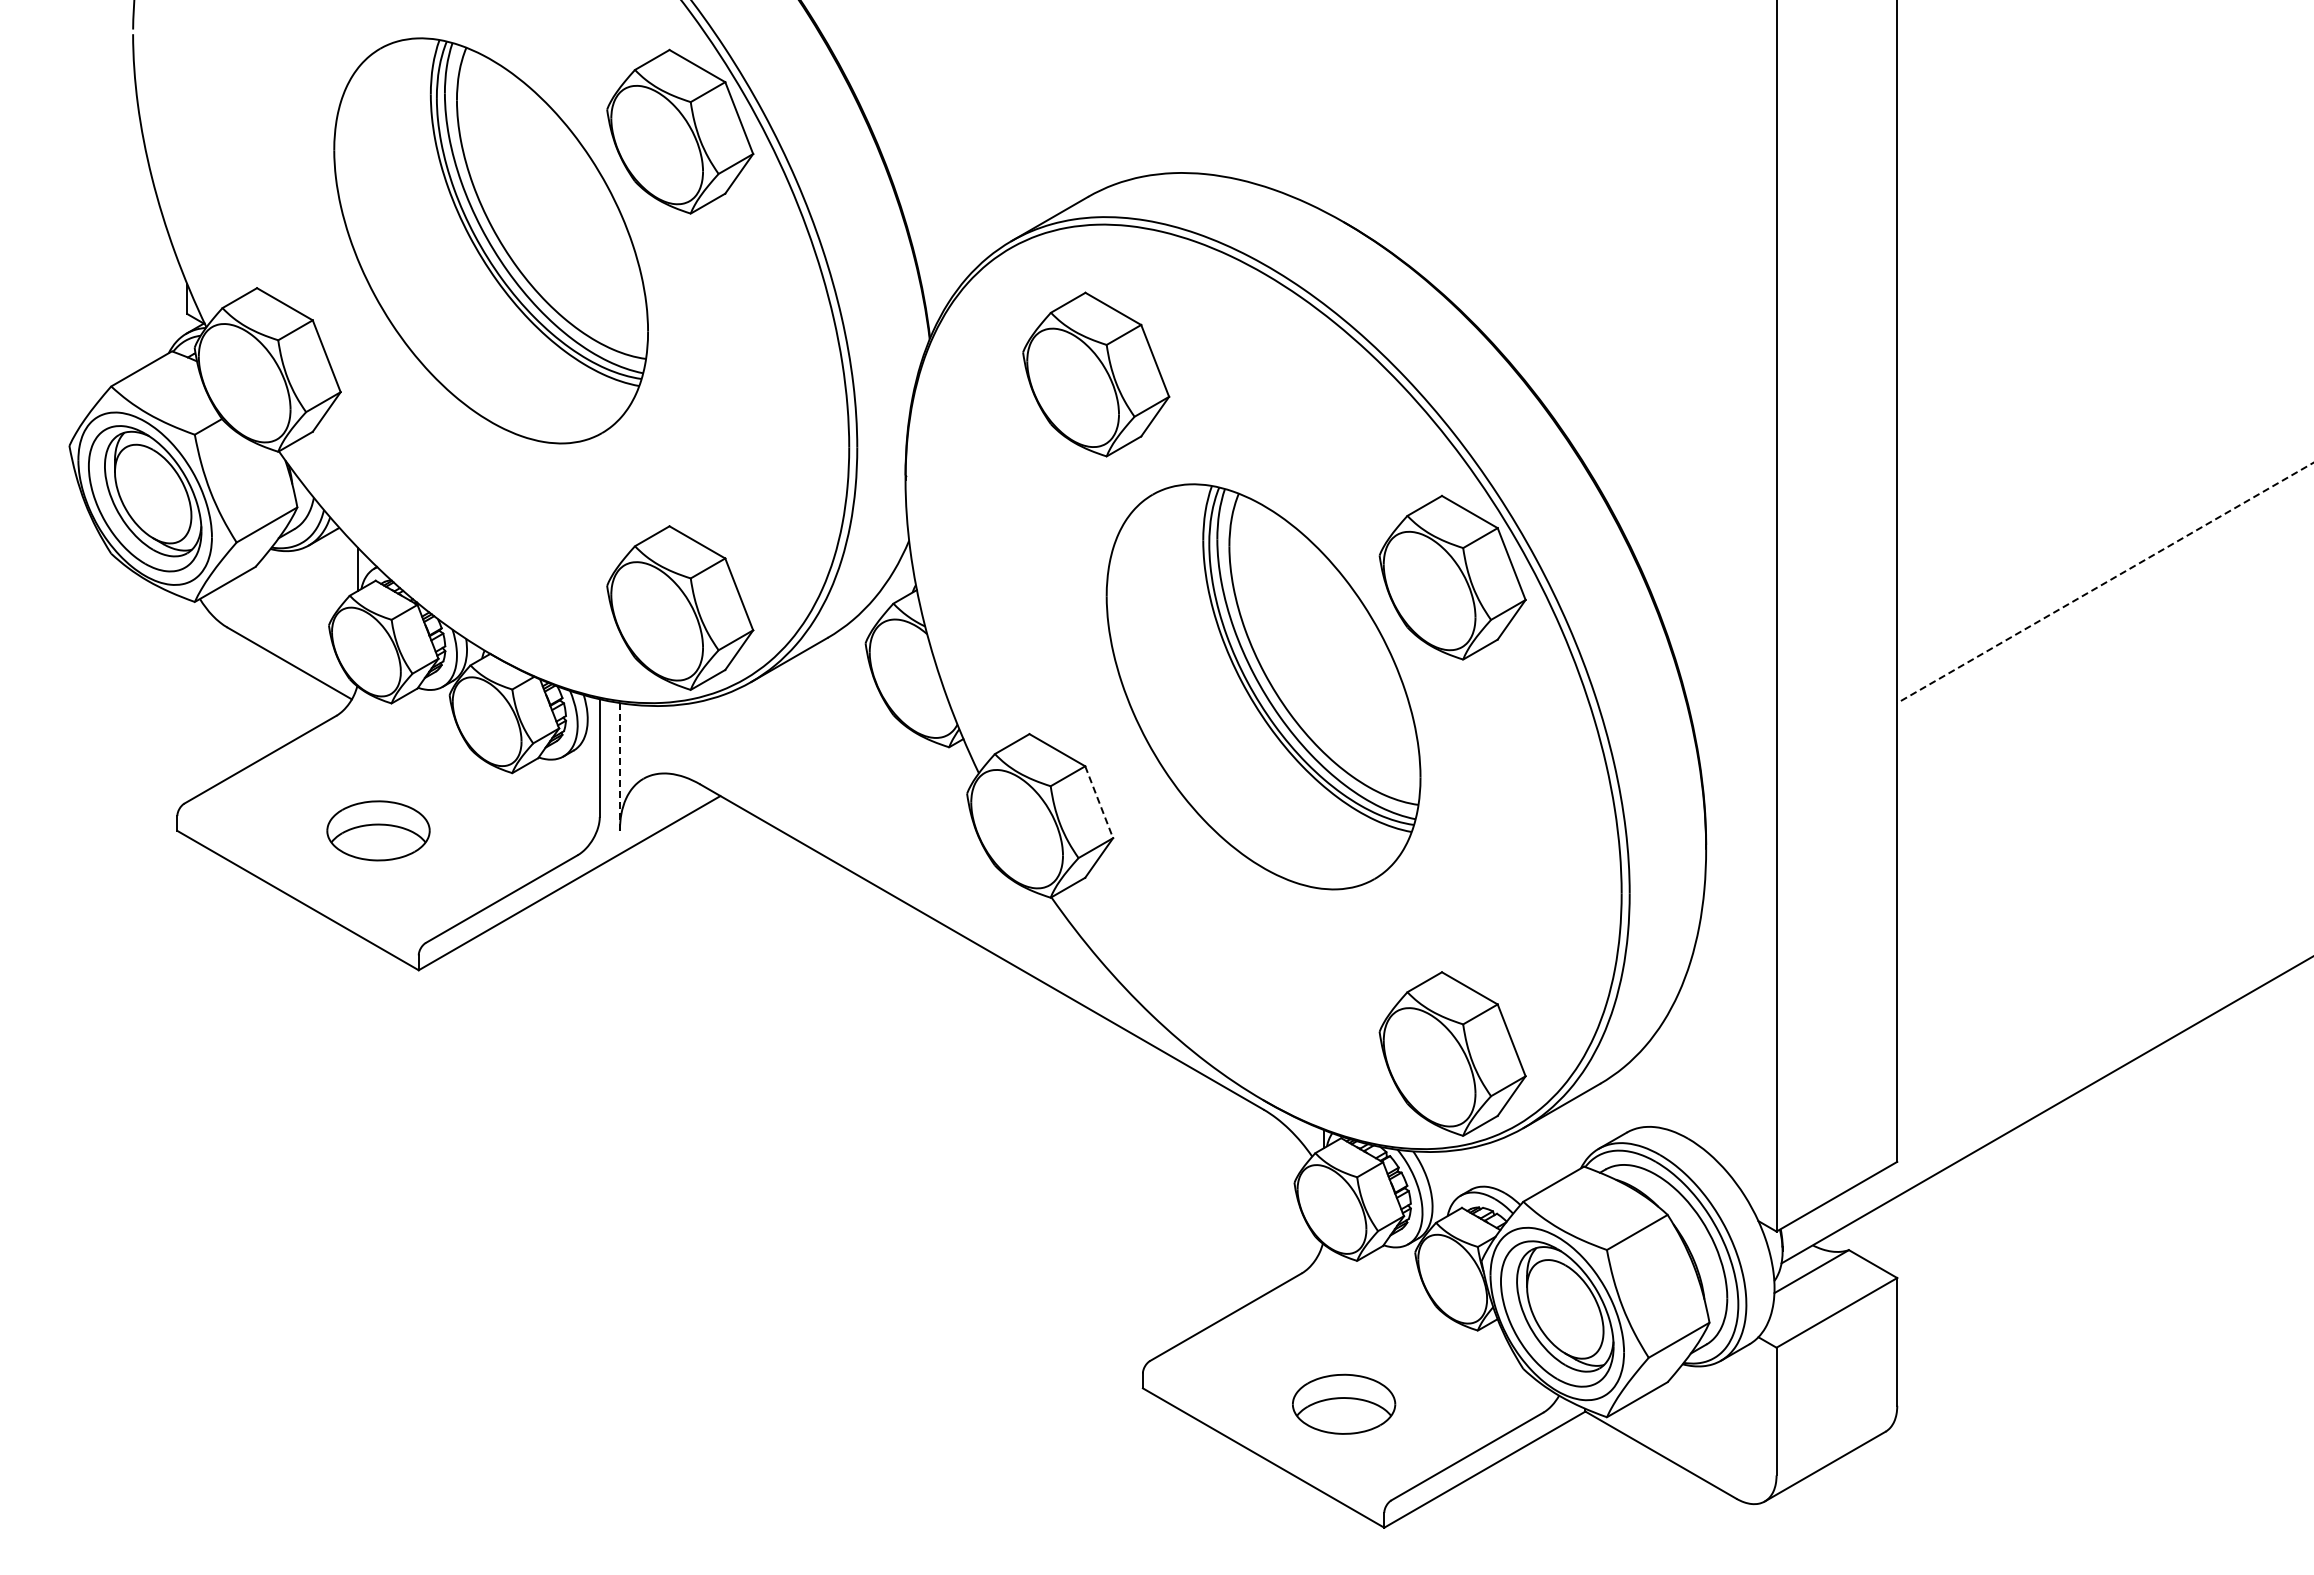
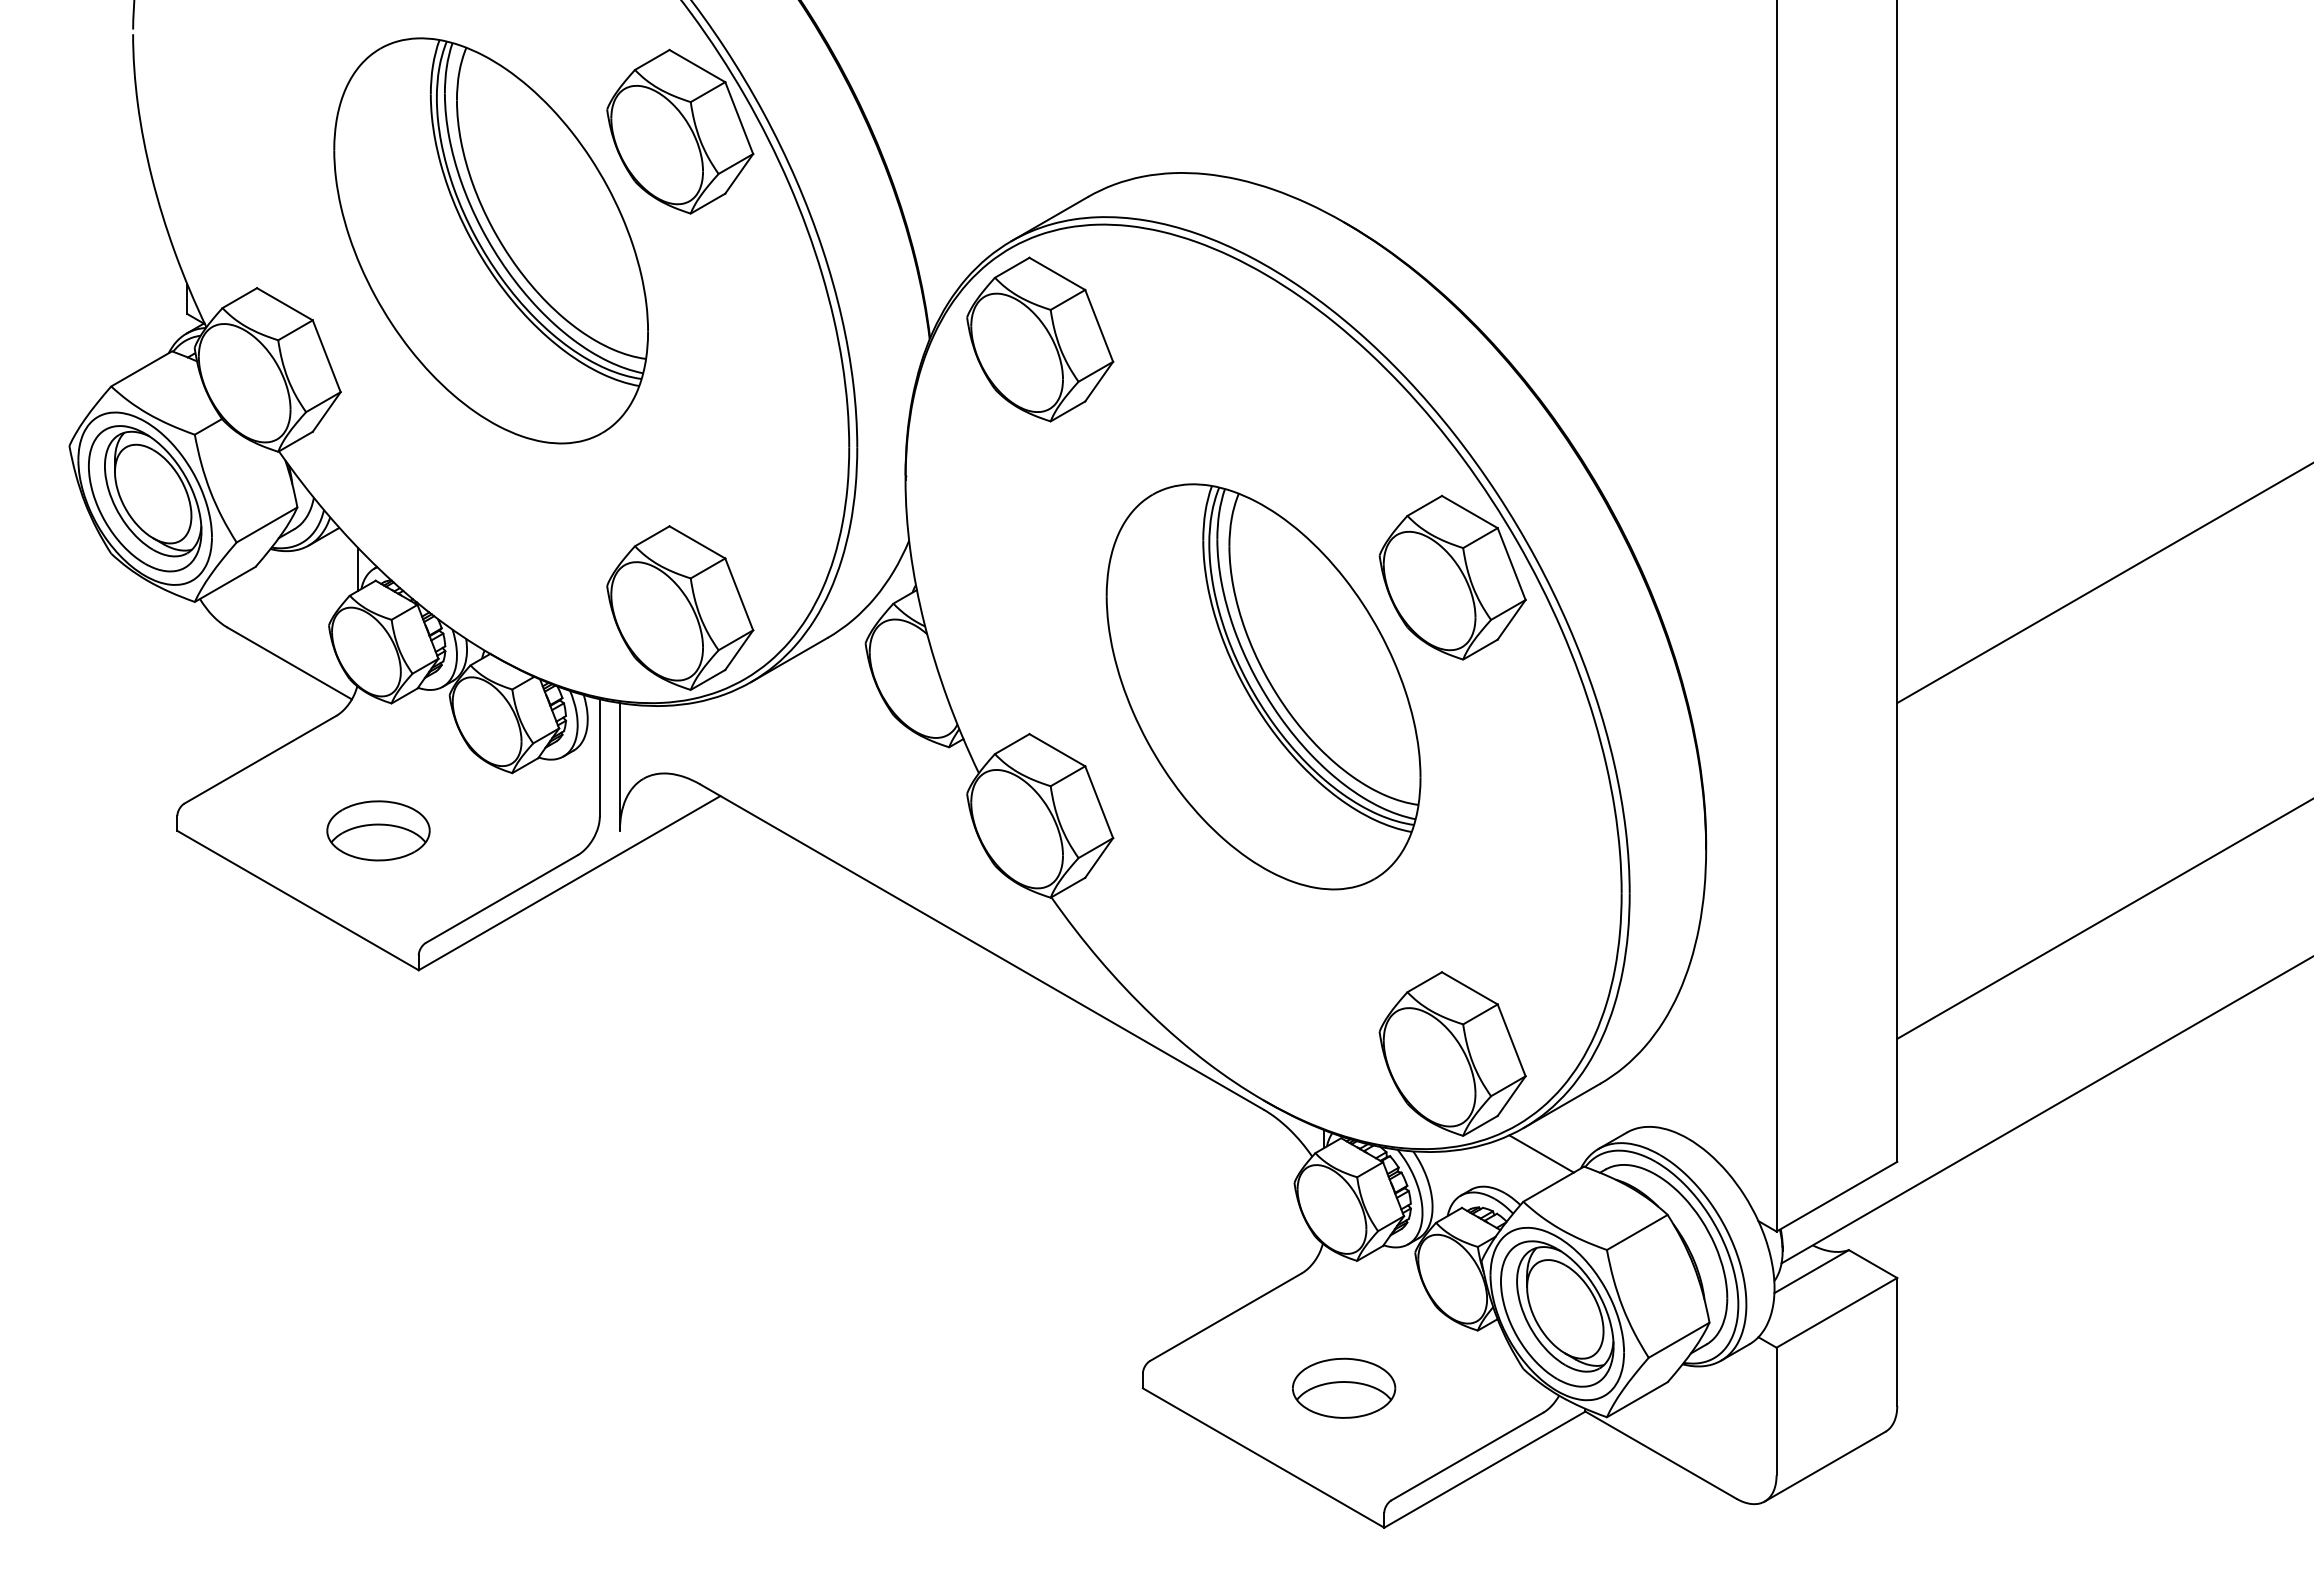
part at (1096, 374) position: (1096, 374) -> (1040, 339)
line at (2105, 583): dashed -> solid
line at (619, 767): dashed -> solid
line at (1099, 802): dashed -> solid
line at (2103, 919): none -> present
line at (1541, 1153): none -> present
part at (1344, 1403) position: (1344, 1403) -> (1344, 1387)
